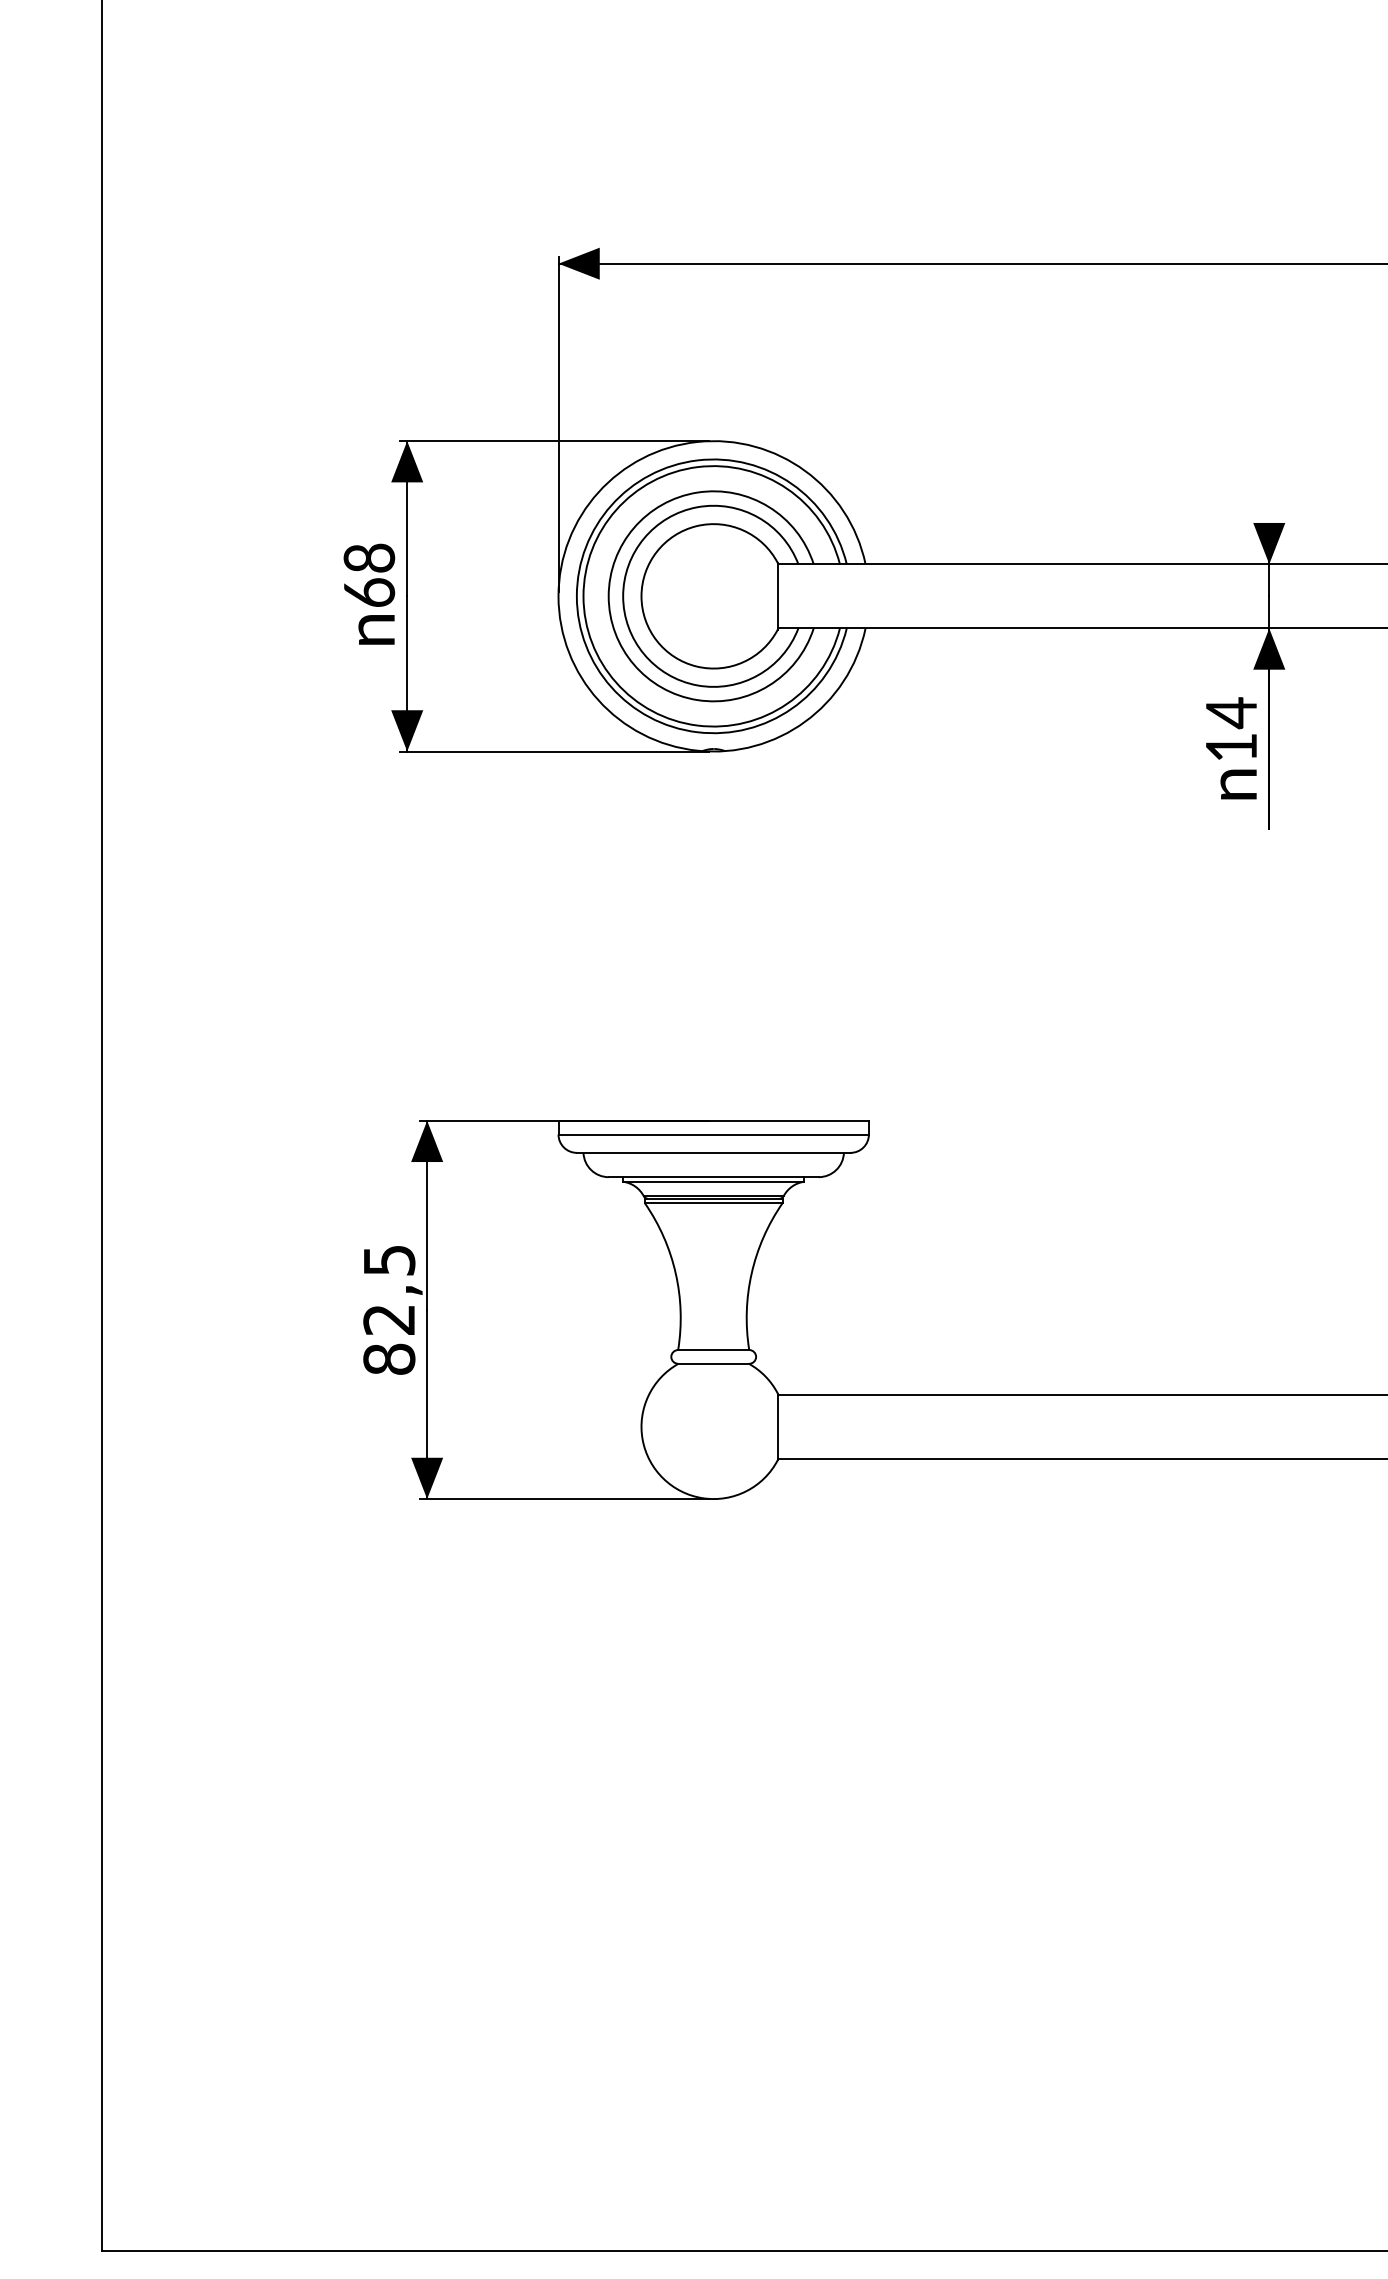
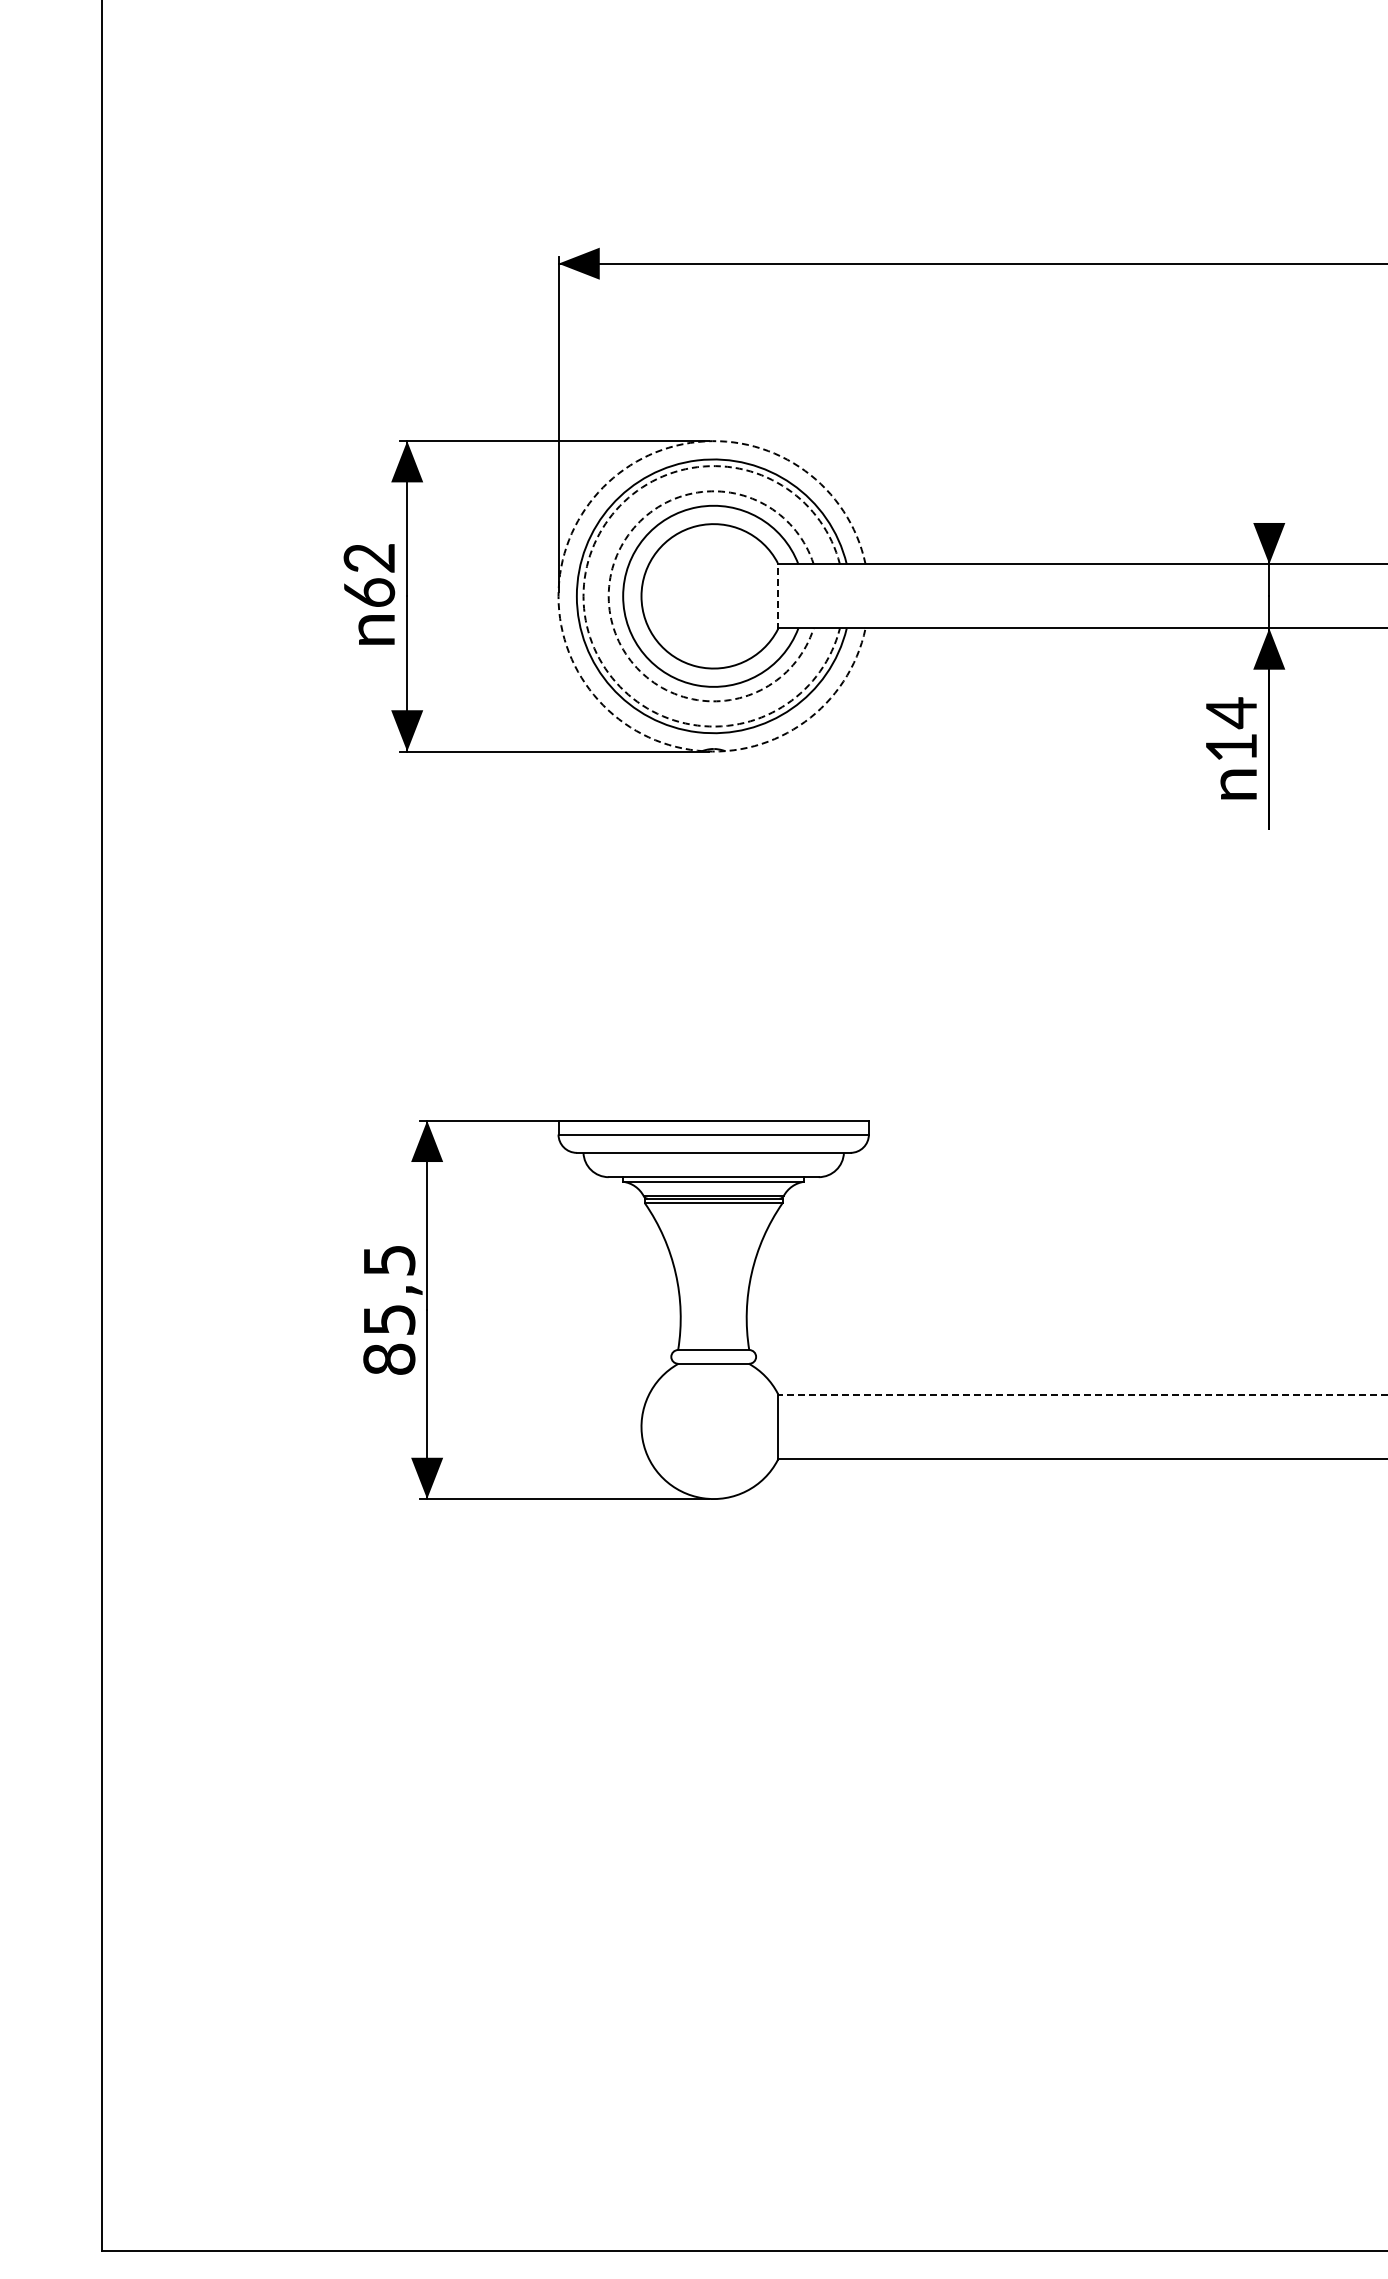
text at (369, 557): 68 -> 62
line at (777, 595): solid -> dashed
arc at (558, 596): solid -> dashed
arc at (583, 596): solid -> dashed
arc at (608, 596): solid -> dashed
text at (389, 1319): 82,5 -> 85,5
line at (1082, 1394): solid -> dashed
